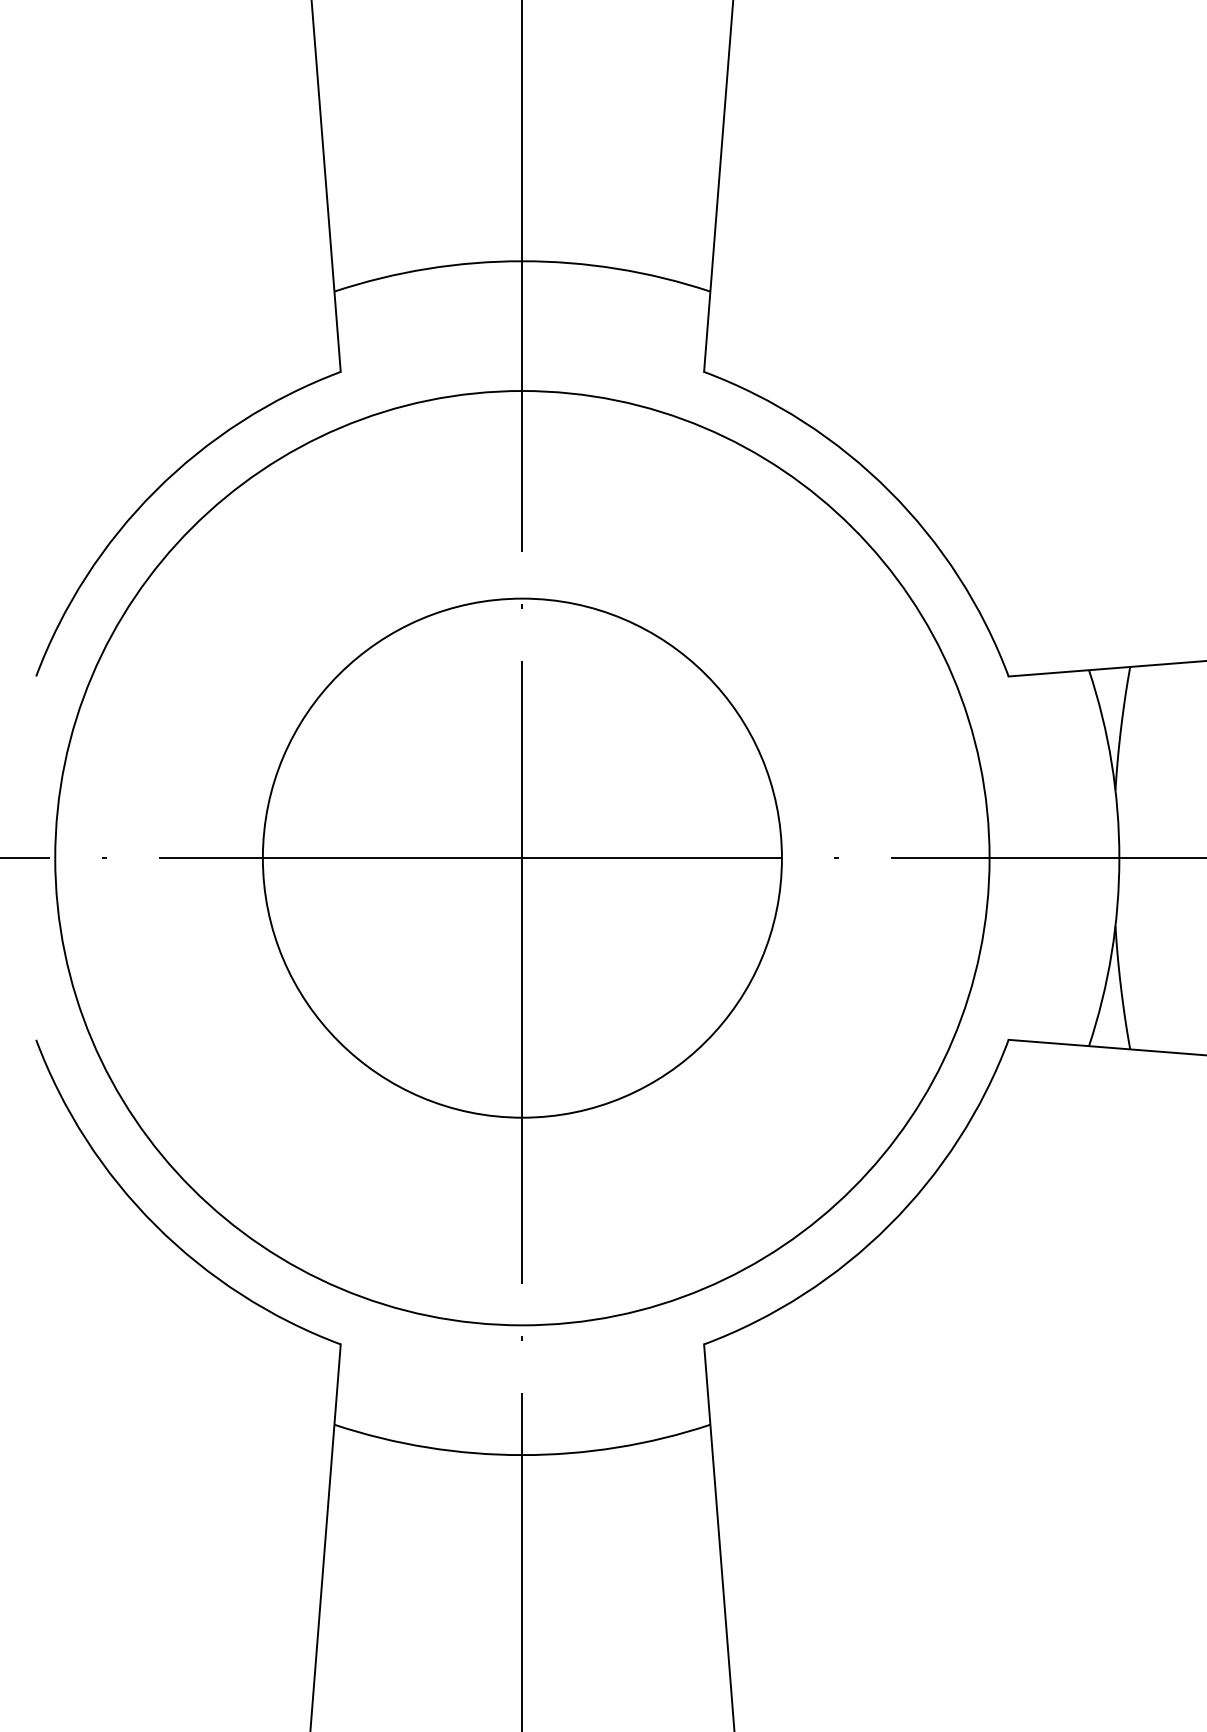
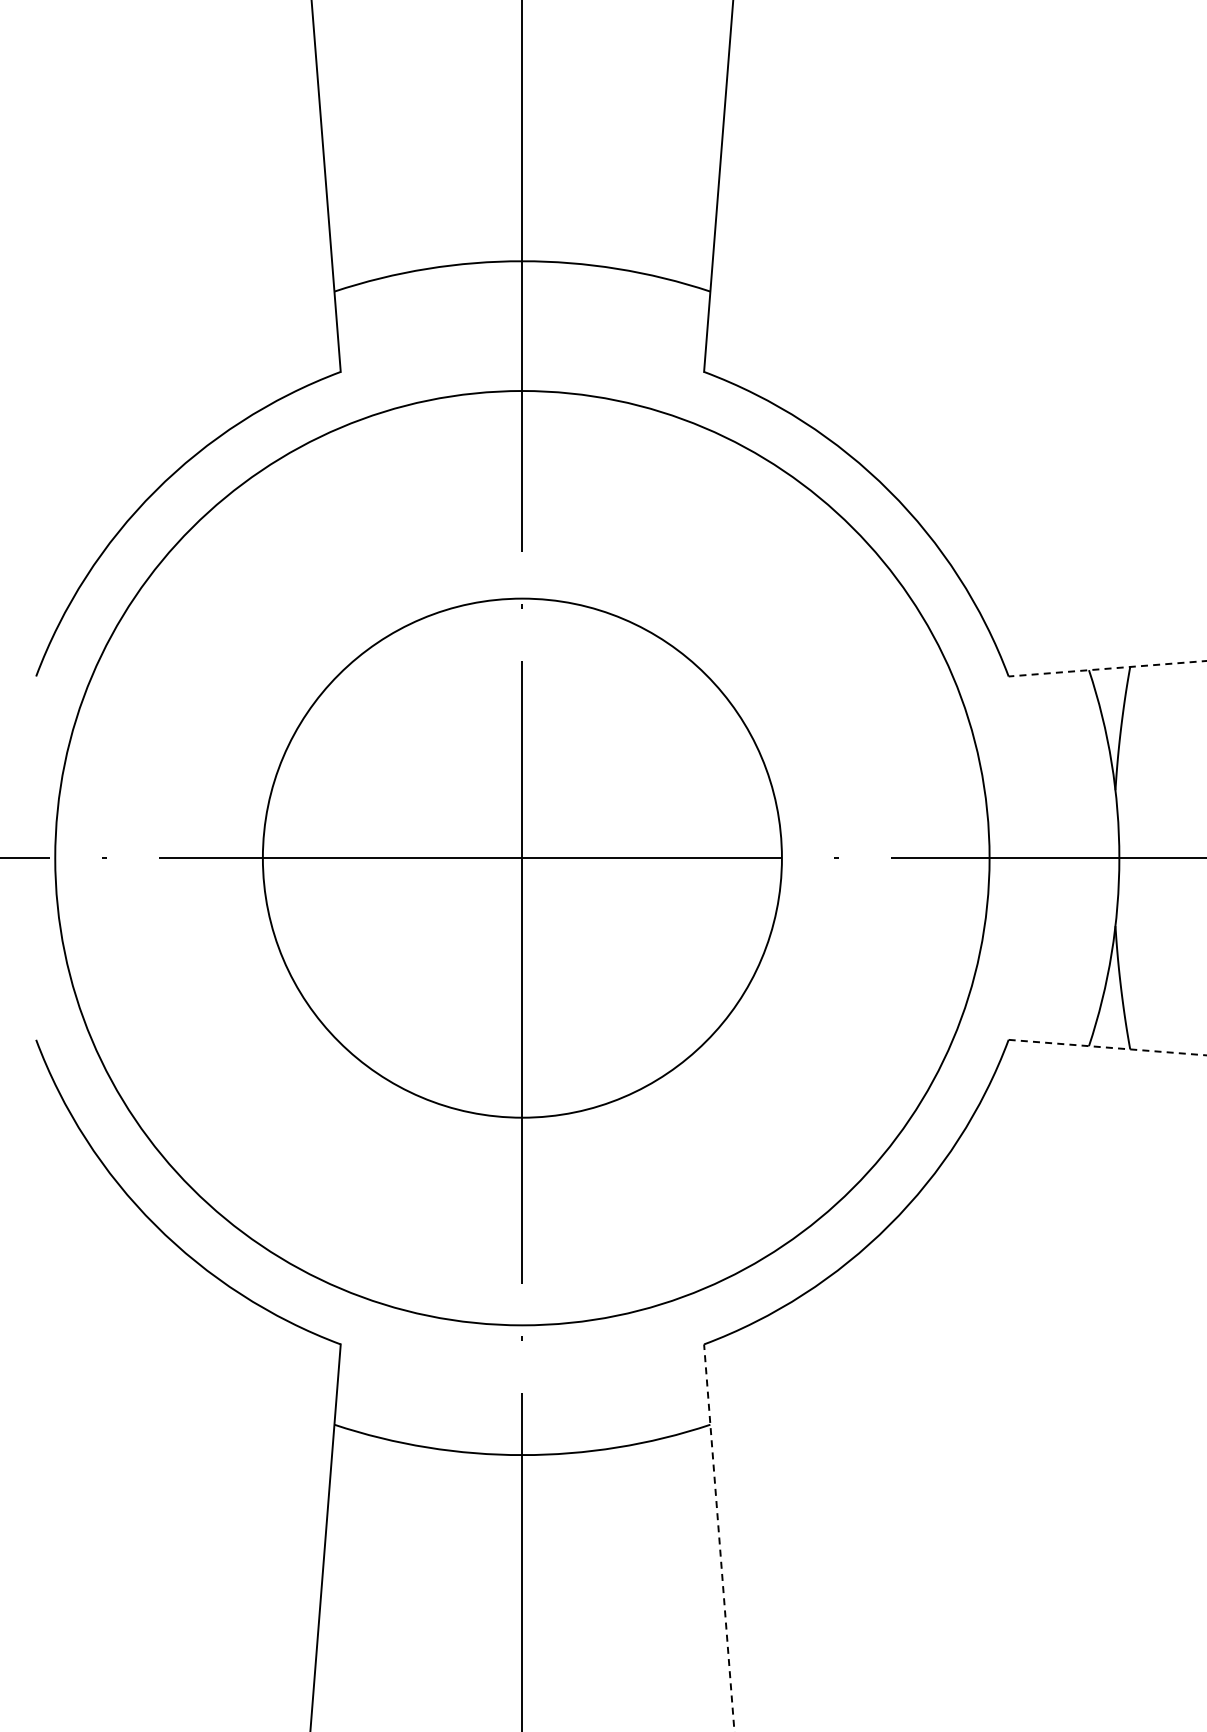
line at (1107, 668): solid -> dashed
line at (1108, 1047): solid -> dashed
line at (719, 1537): solid -> dashed
